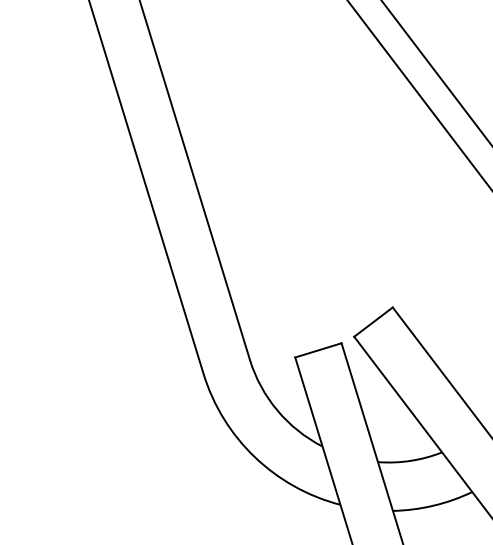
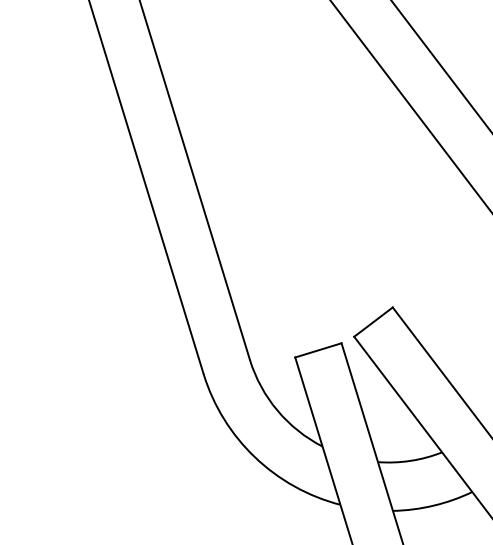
line at (436, 72) position: (436, 72) -> (440, 65)
line at (418, 94) position: (418, 94) -> (410, 106)
